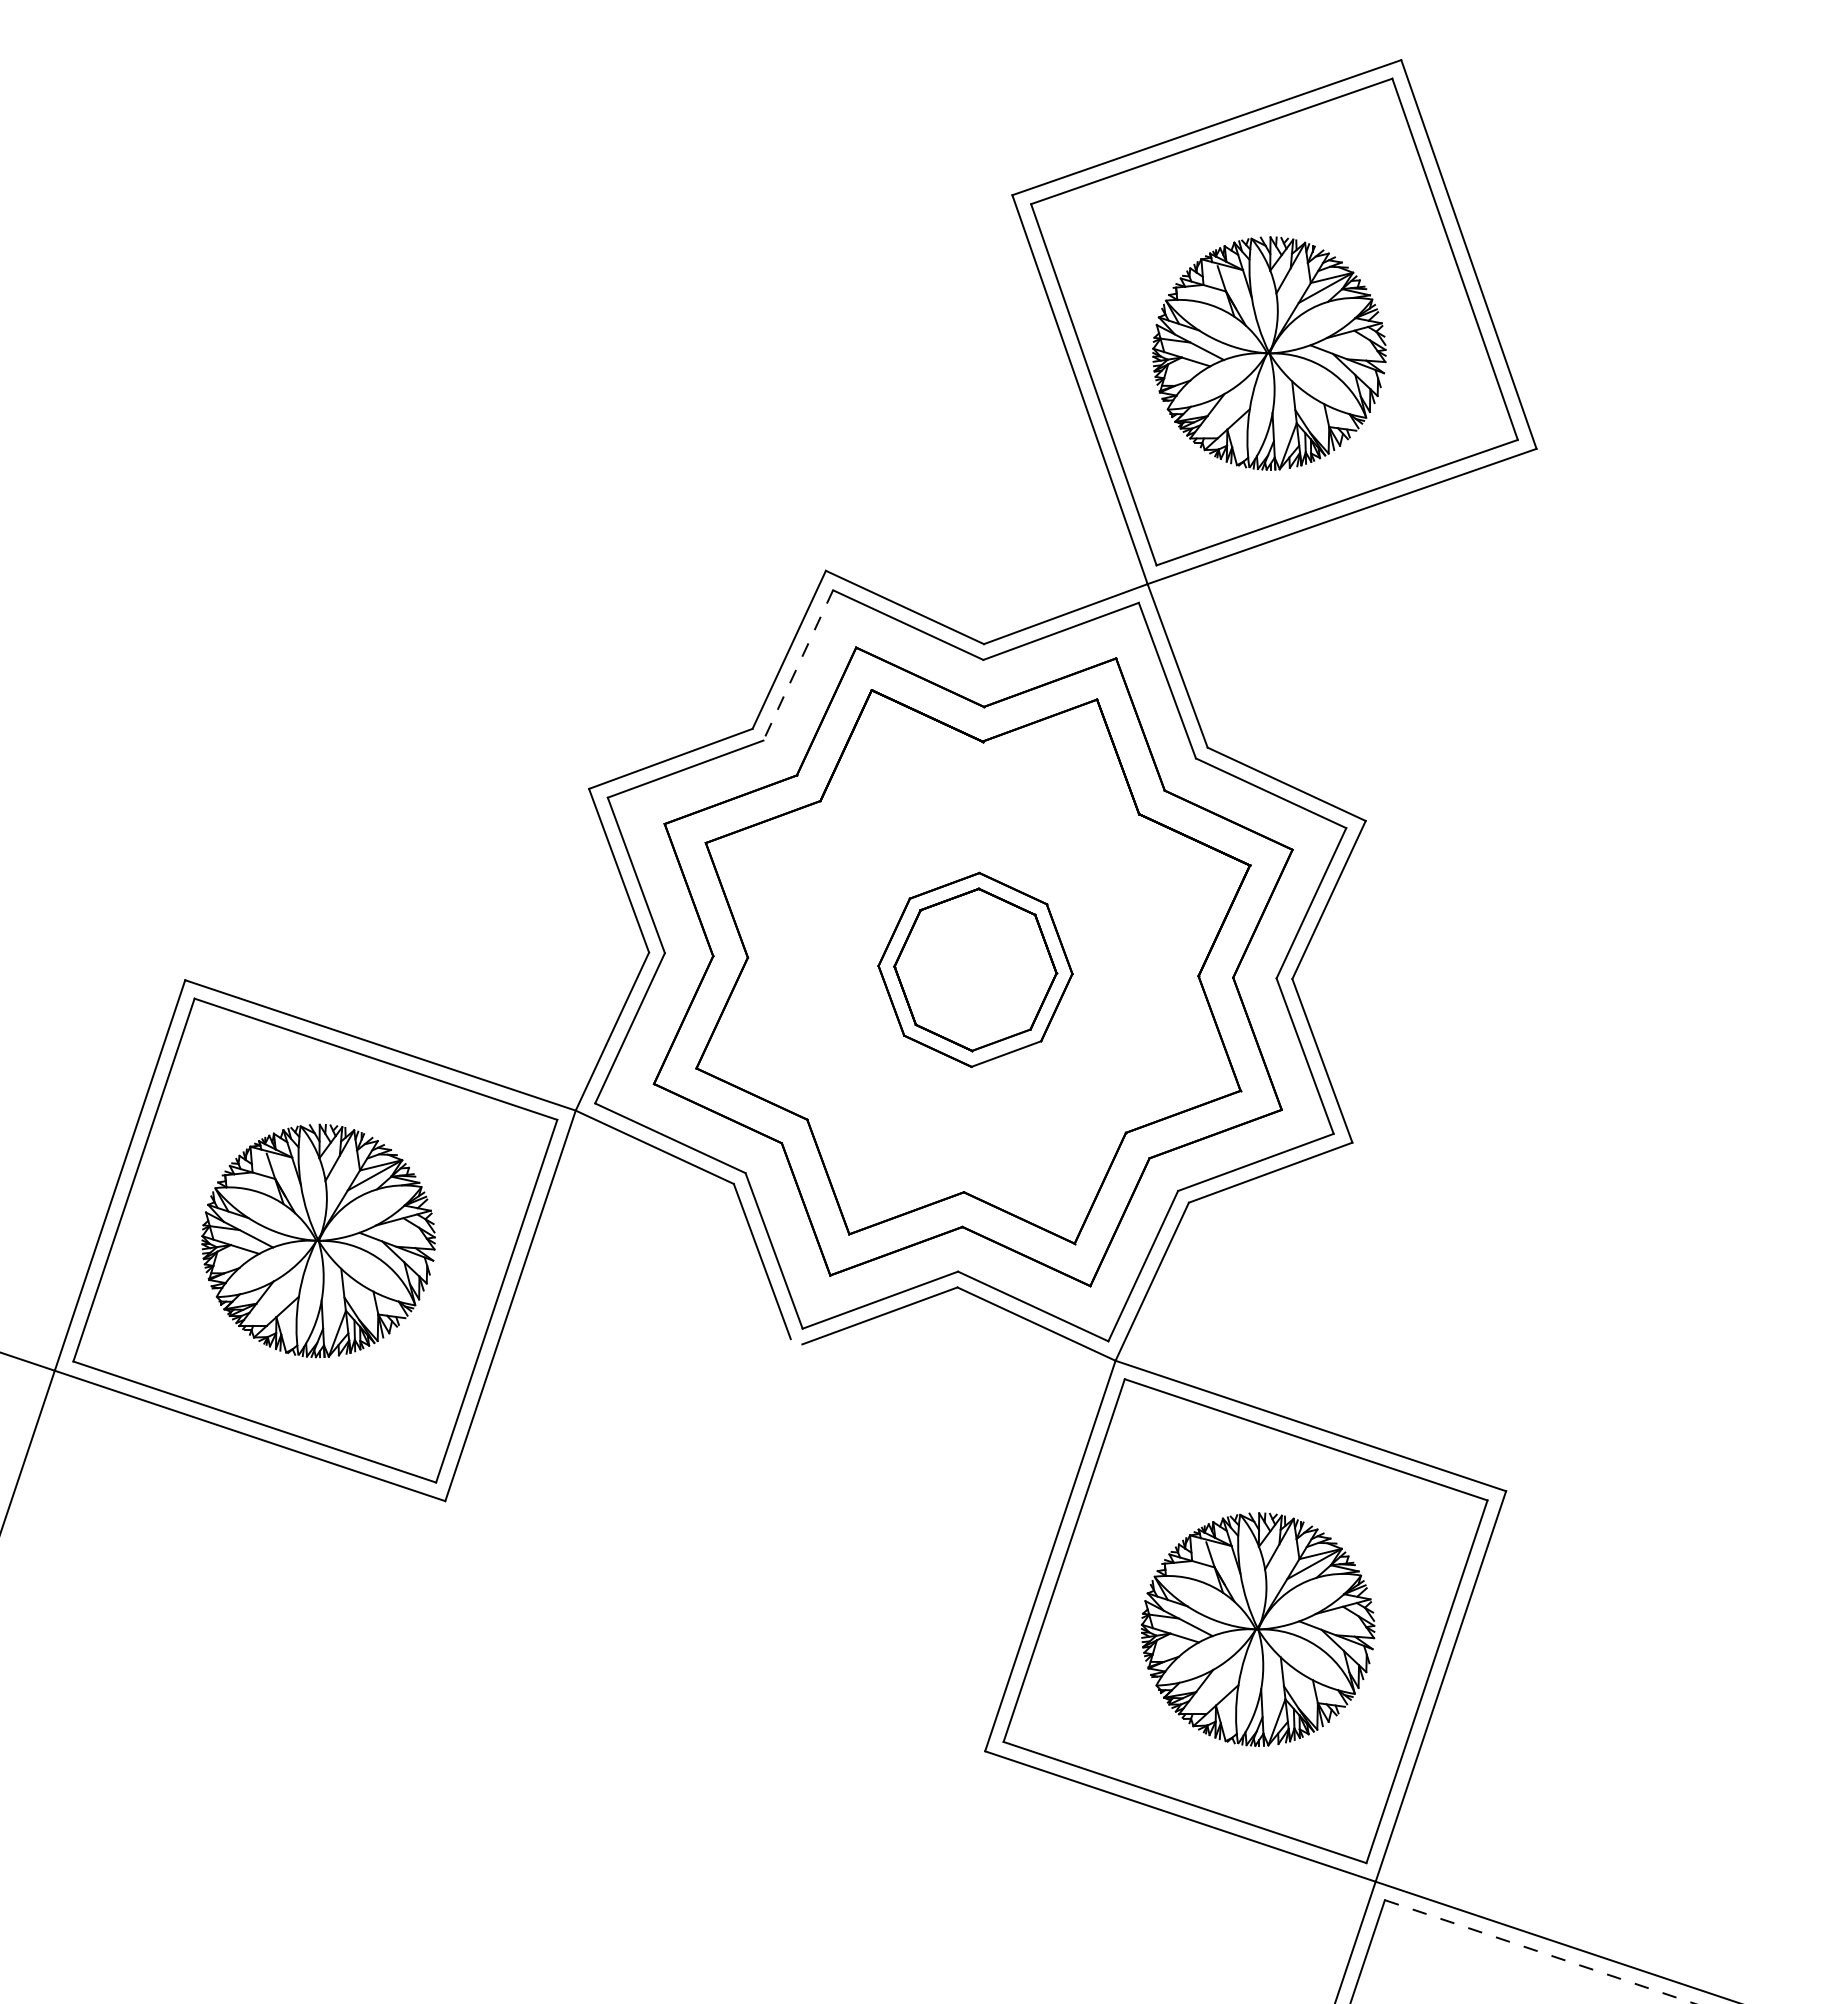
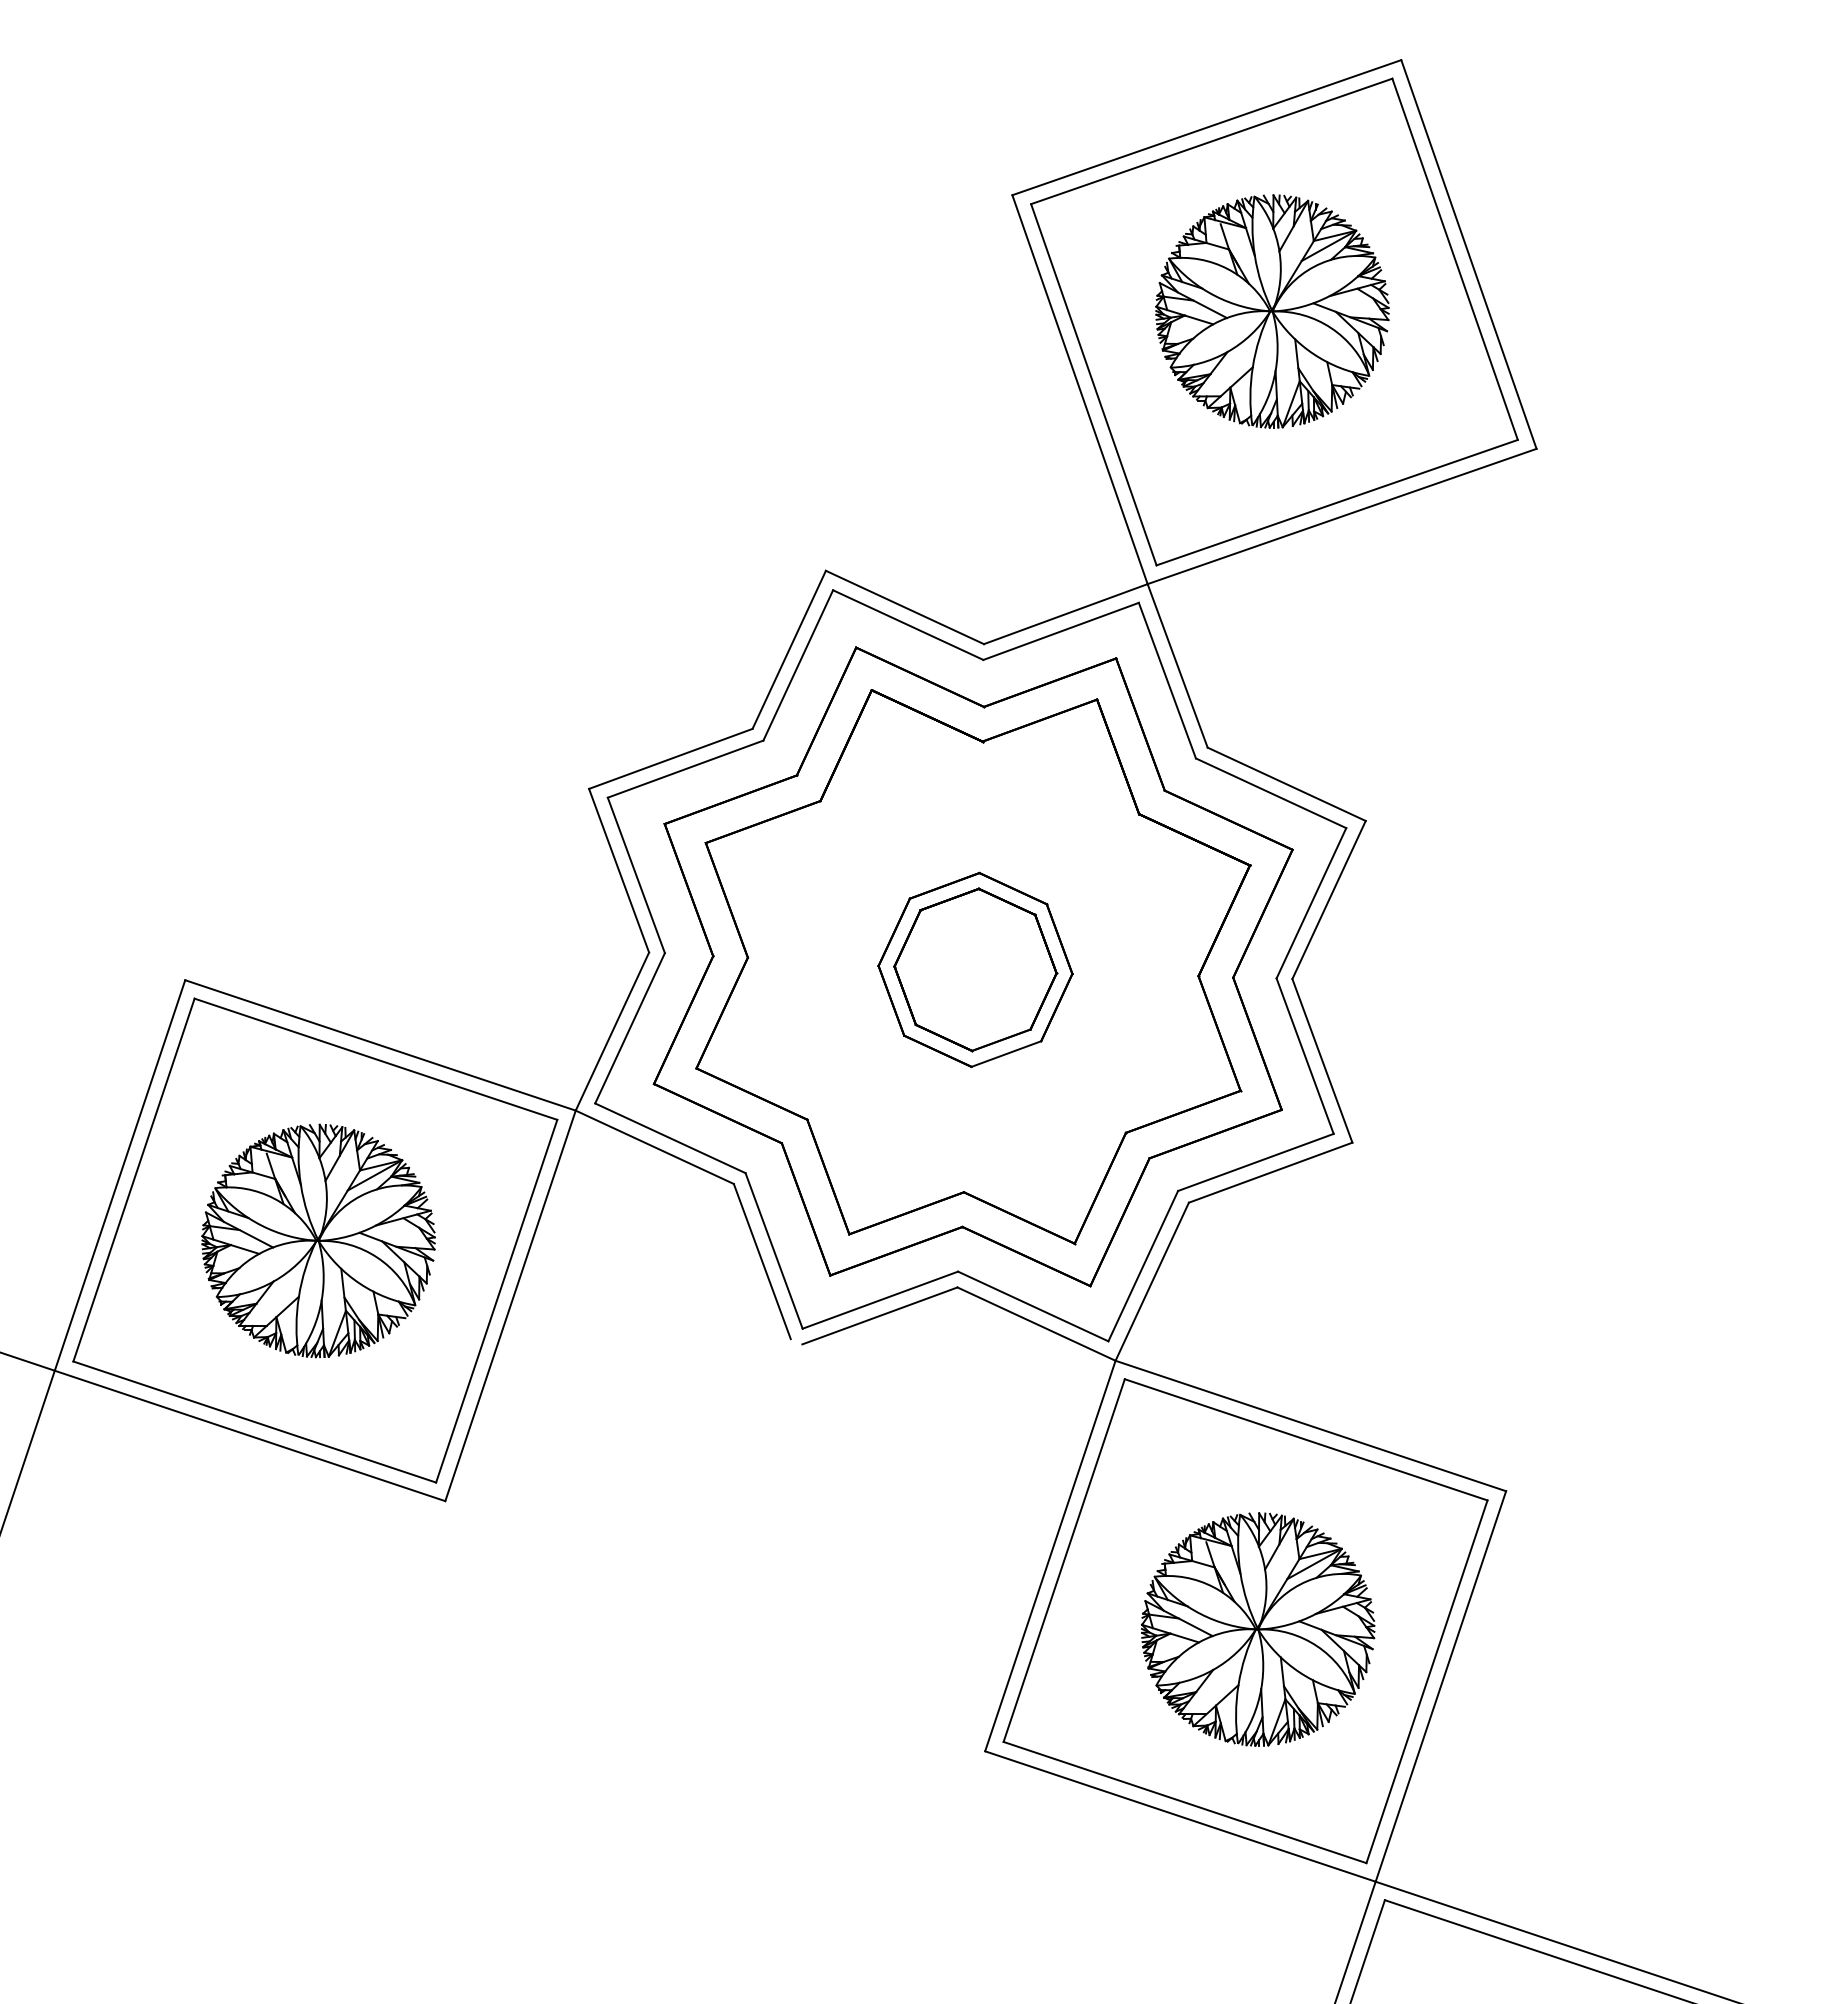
part at (1269, 353) position: (1269, 353) -> (1272, 311)
line at (798, 665): dashed -> solid
line at (1540, 1952): dashed -> solid
